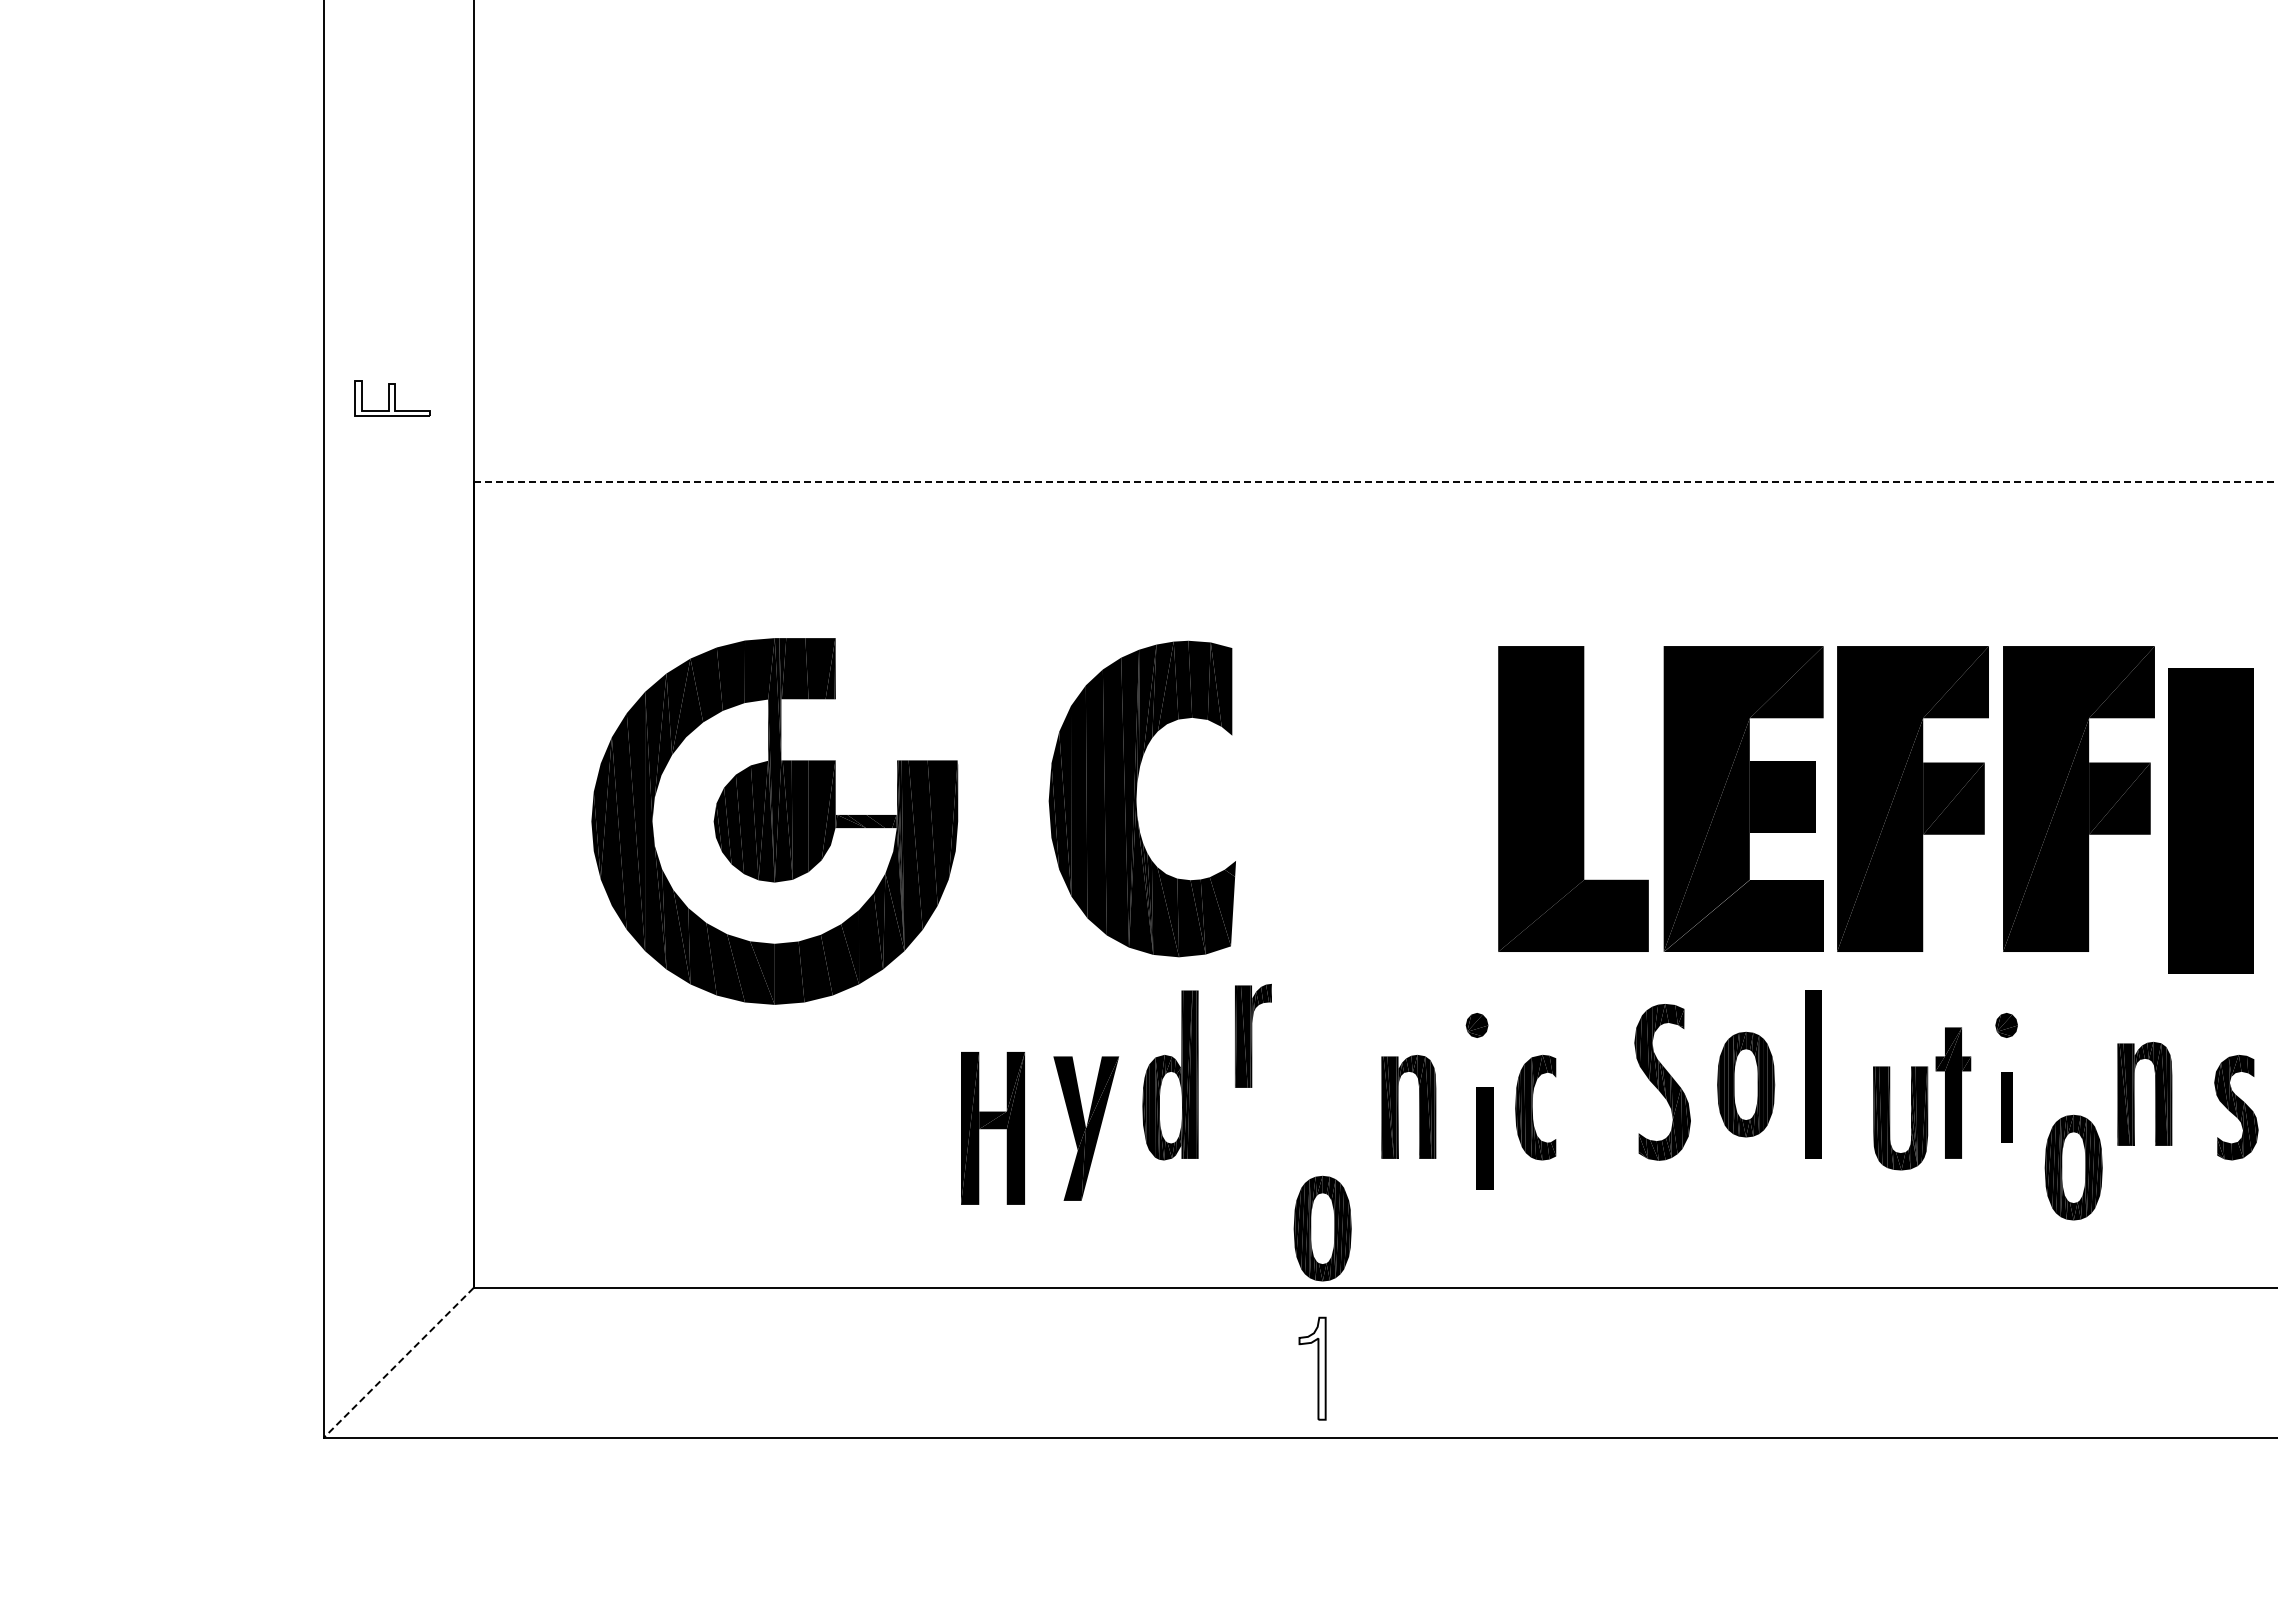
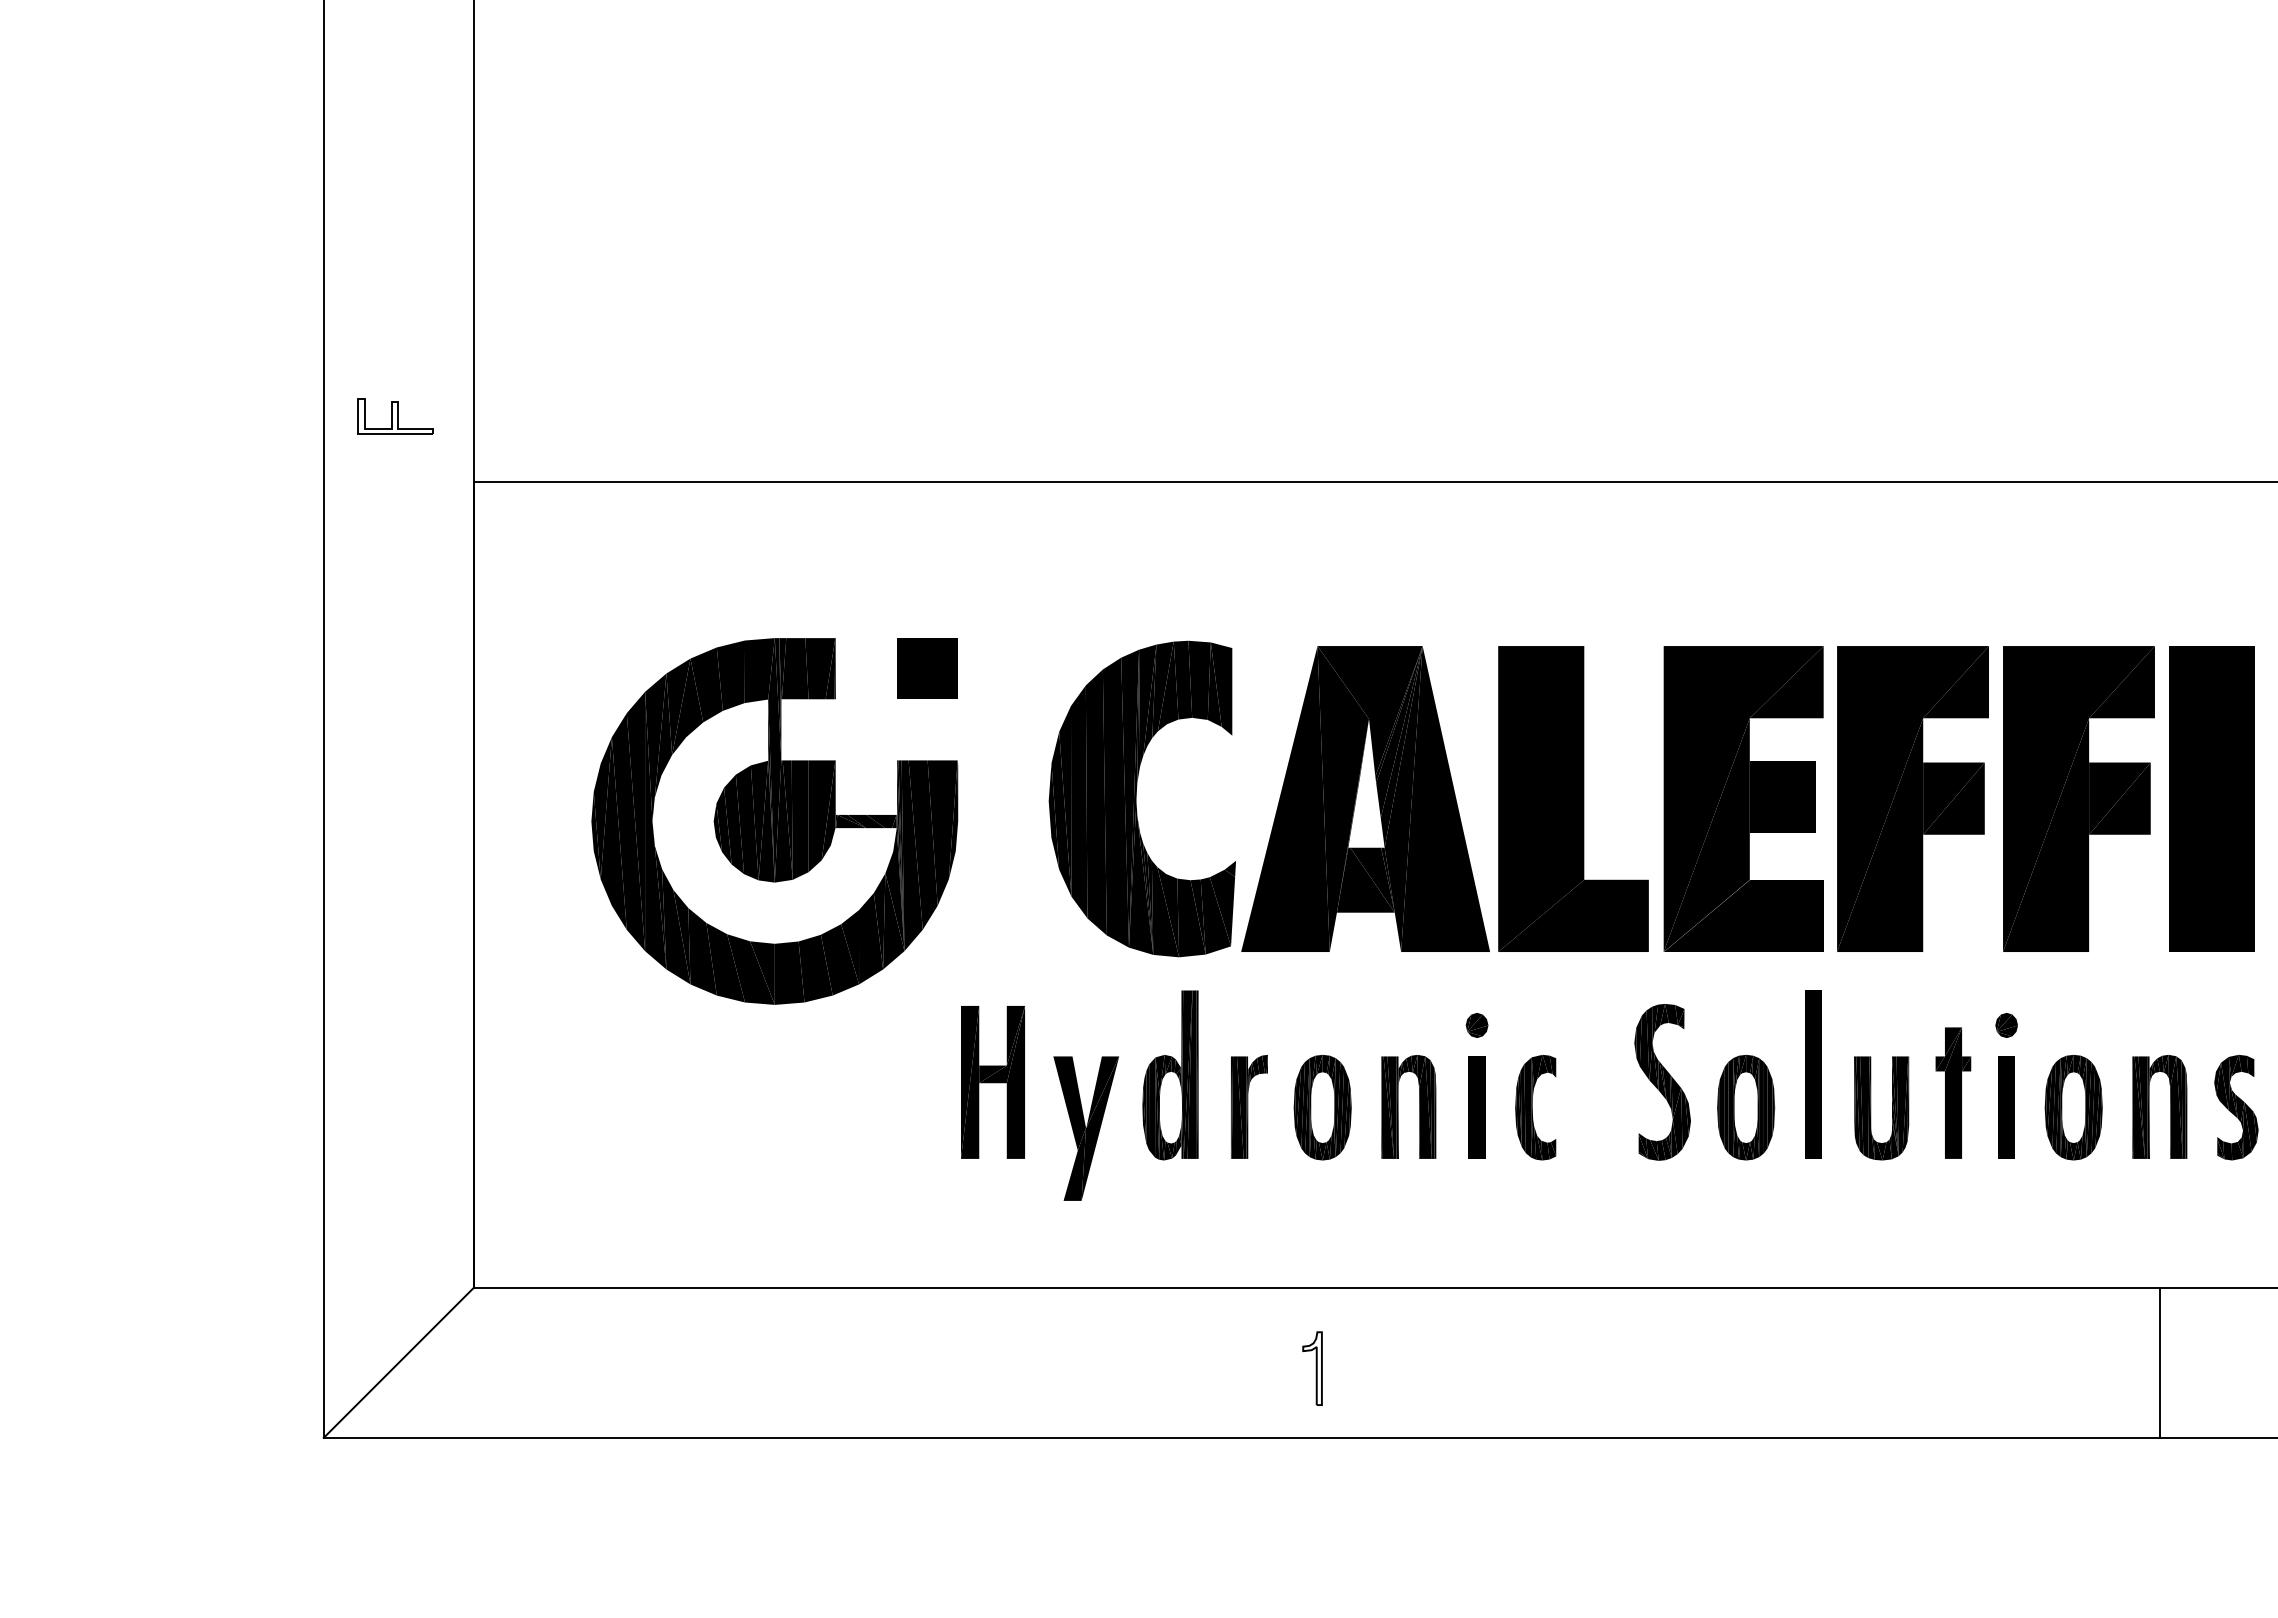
part at (392, 398) position: (392, 398) -> (395, 416)
line at (1376, 482): dashed -> solid
part at (927, 668): none -> present
part at (1365, 798): none -> present
part at (2210, 820) position: (2210, 820) -> (2211, 798)
part at (1253, 1035) position: (1253, 1035) -> (1249, 1106)
part at (1746, 1084) position: (1746, 1084) -> (1746, 1107)
part at (2134, 1093) position: (2134, 1093) -> (2149, 1106)
part at (2006, 1107) size: 12x71 px -> 17x103 px
part at (1890, 1118) position: (1890, 1118) -> (1871, 1108)
part at (992, 1128) position: (992, 1128) -> (992, 1082)
part at (1484, 1138) position: (1484, 1138) -> (1476, 1107)
part at (2073, 1167) position: (2073, 1167) -> (2073, 1107)
part at (1322, 1228) position: (1322, 1228) -> (1322, 1107)
line at (398, 1362): dashed -> solid
line at (2159, 1362): none -> present
part at (1312, 1368) size: 29x105 px -> 21x75 px
